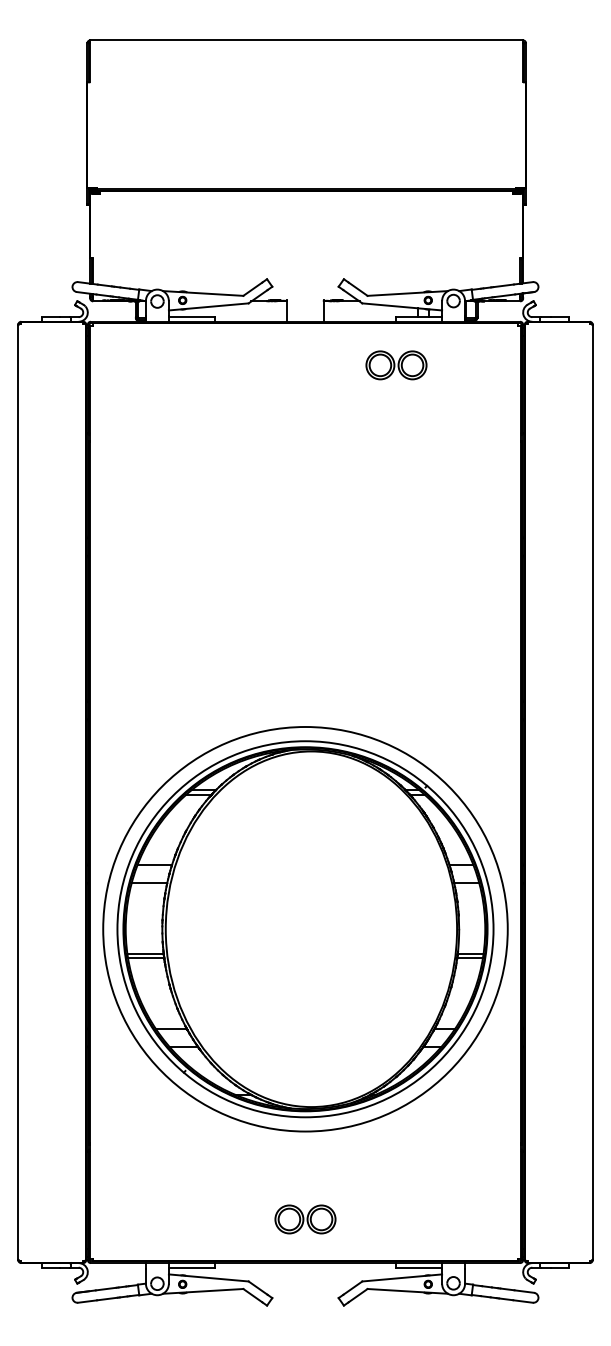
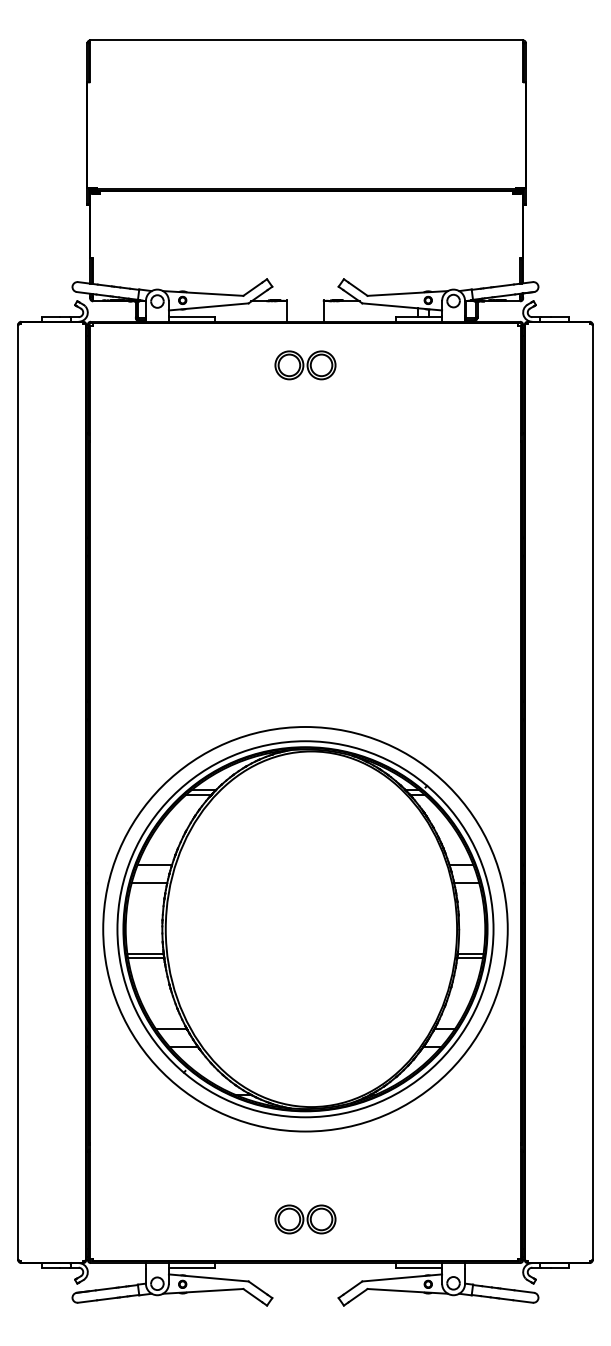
part at (396, 365) position: (396, 365) -> (305, 365)
